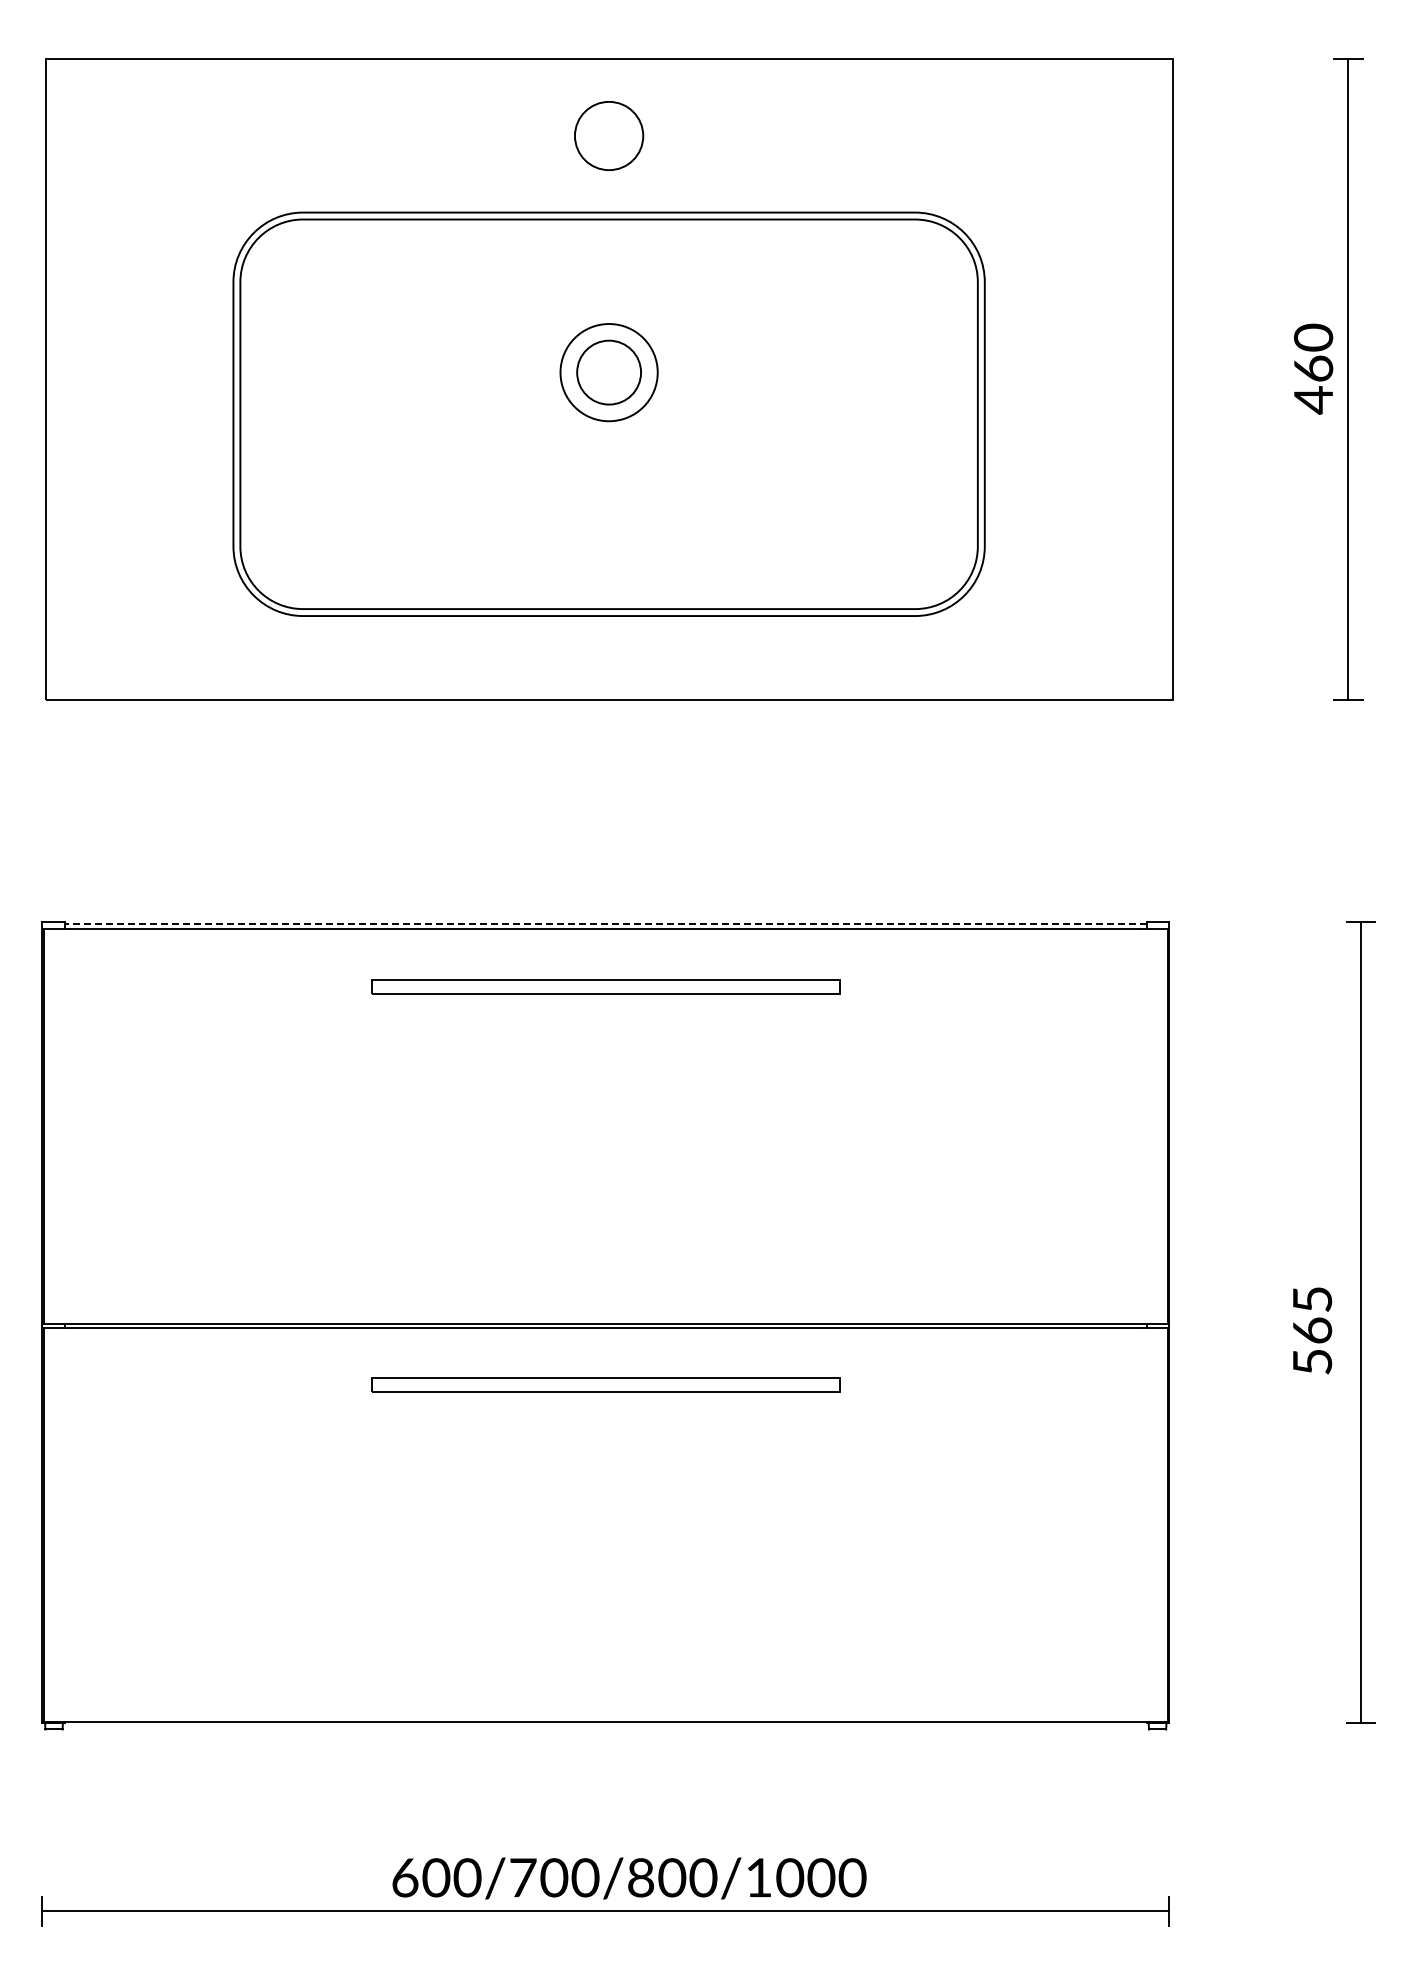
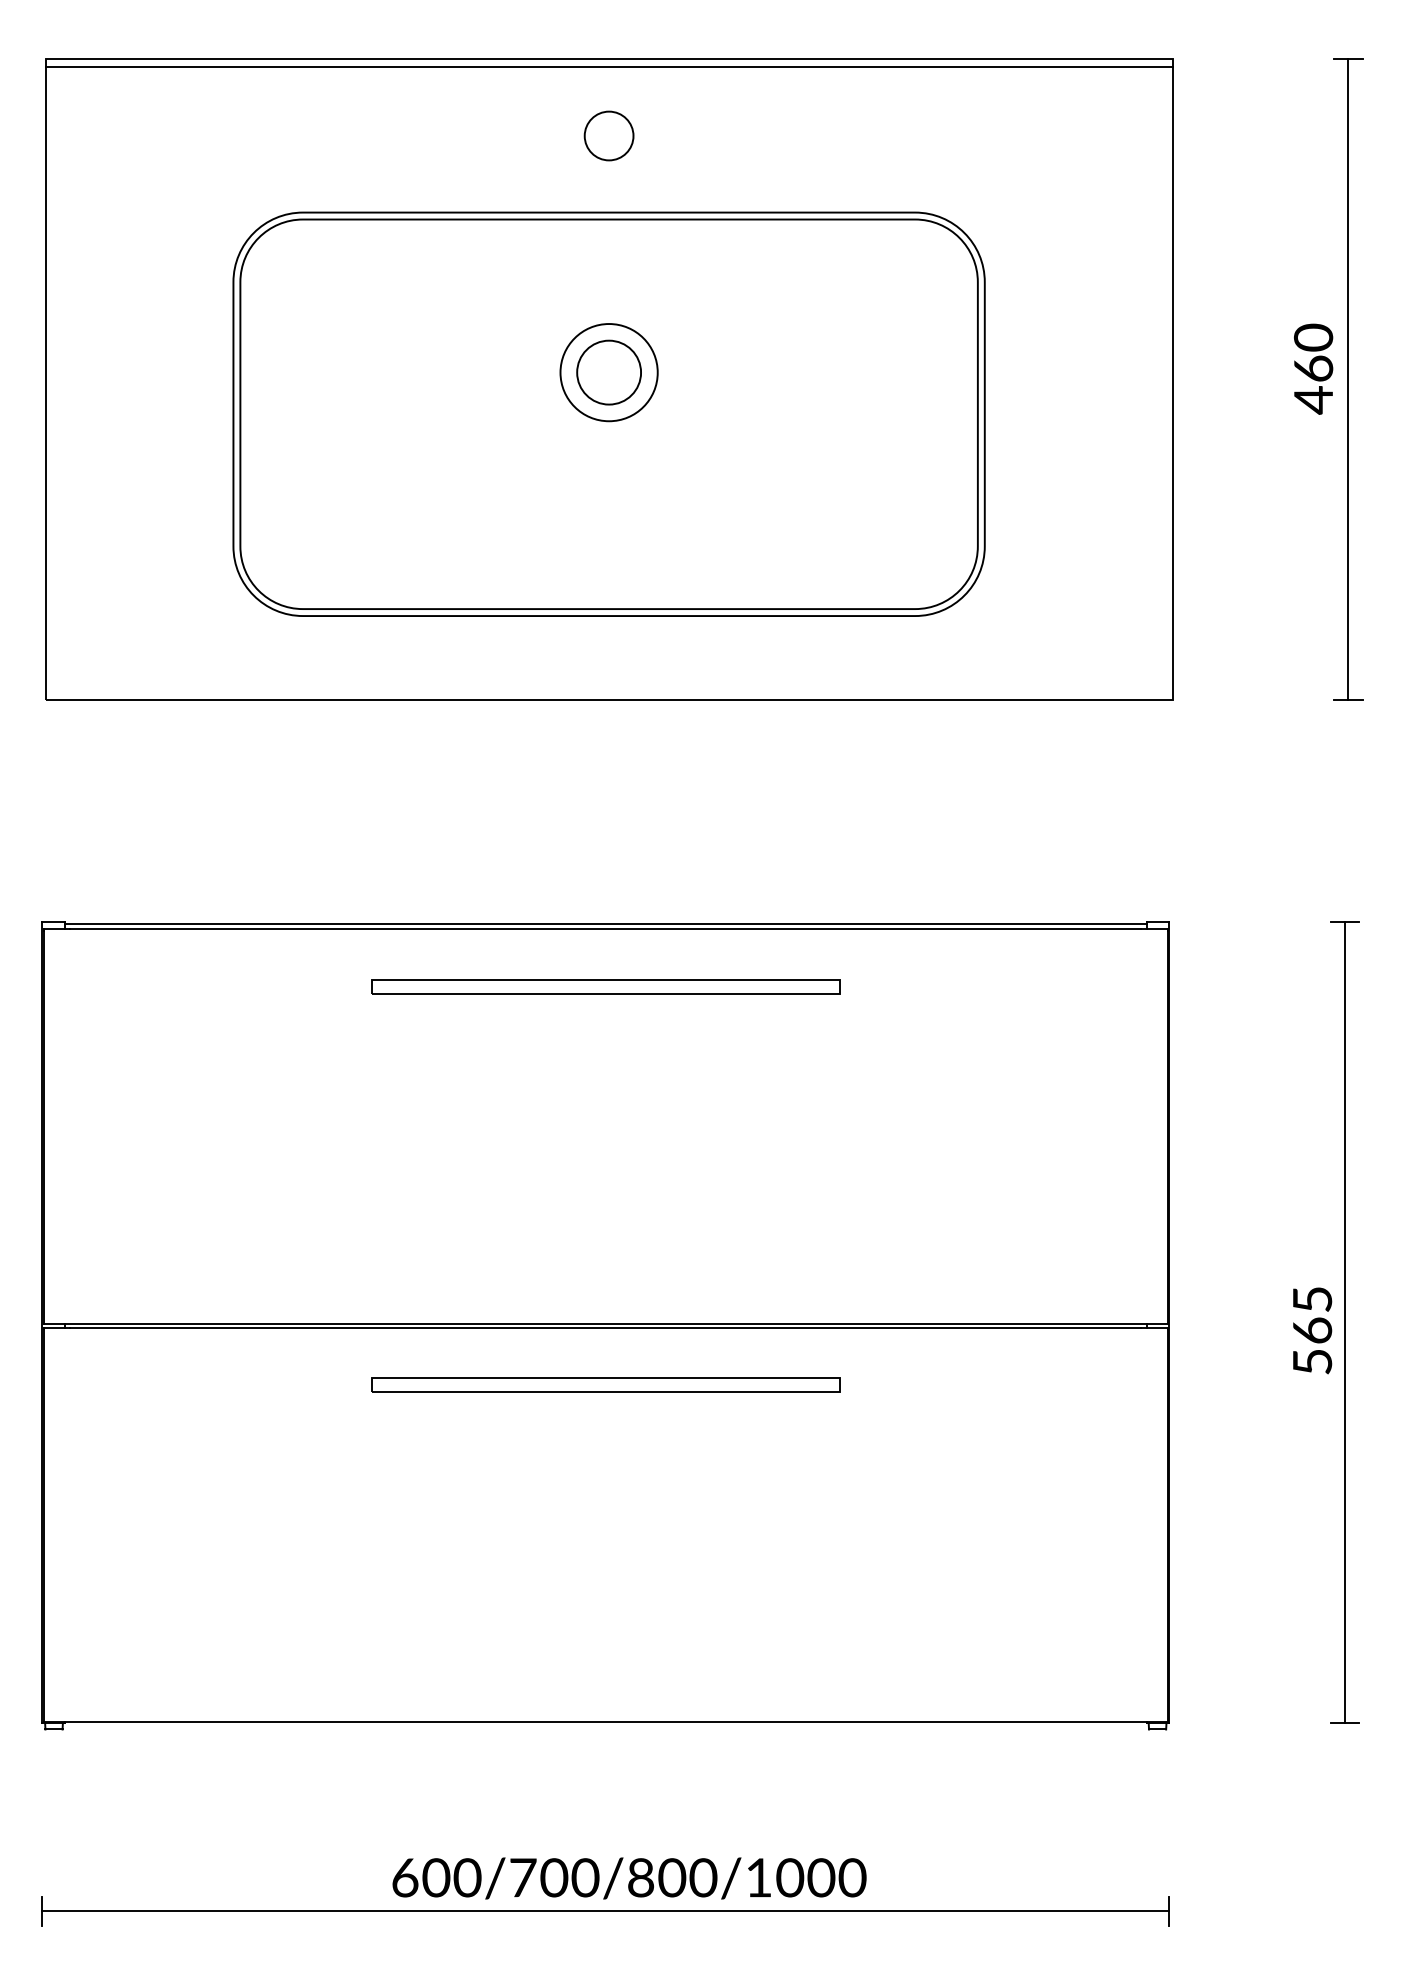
line at (608, 66): none -> present
circle at (608, 135) diameter: 68 px -> 49 px
line at (605, 923): dashed -> solid
part at (1360, 1322) position: (1360, 1322) -> (1344, 1322)
